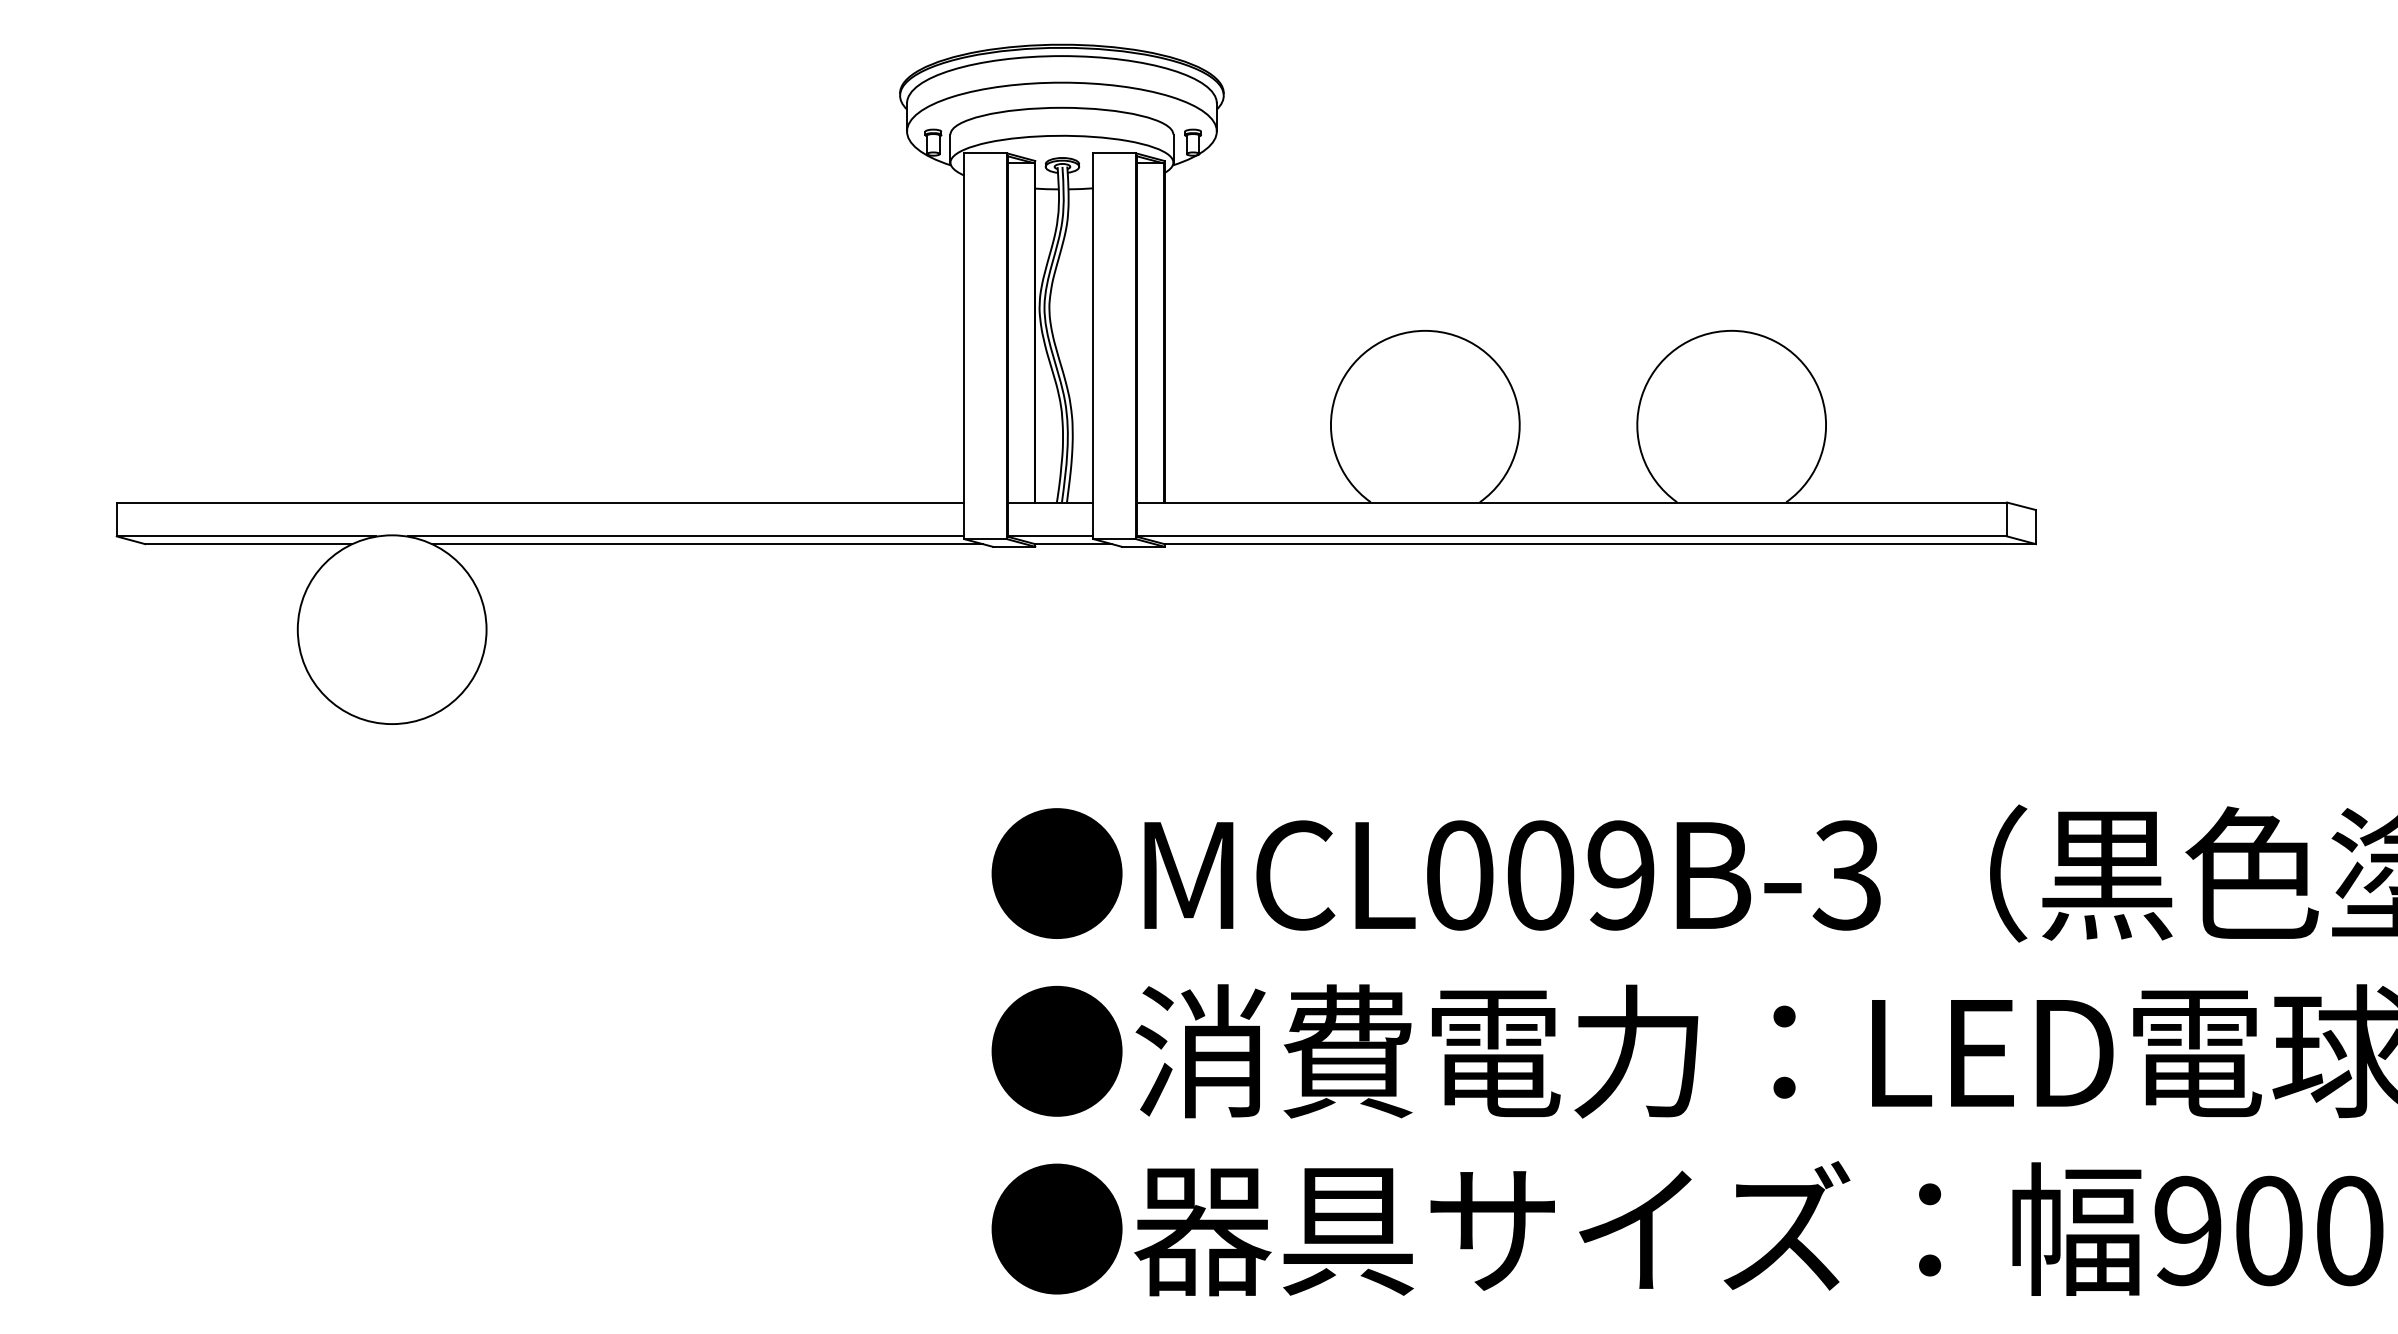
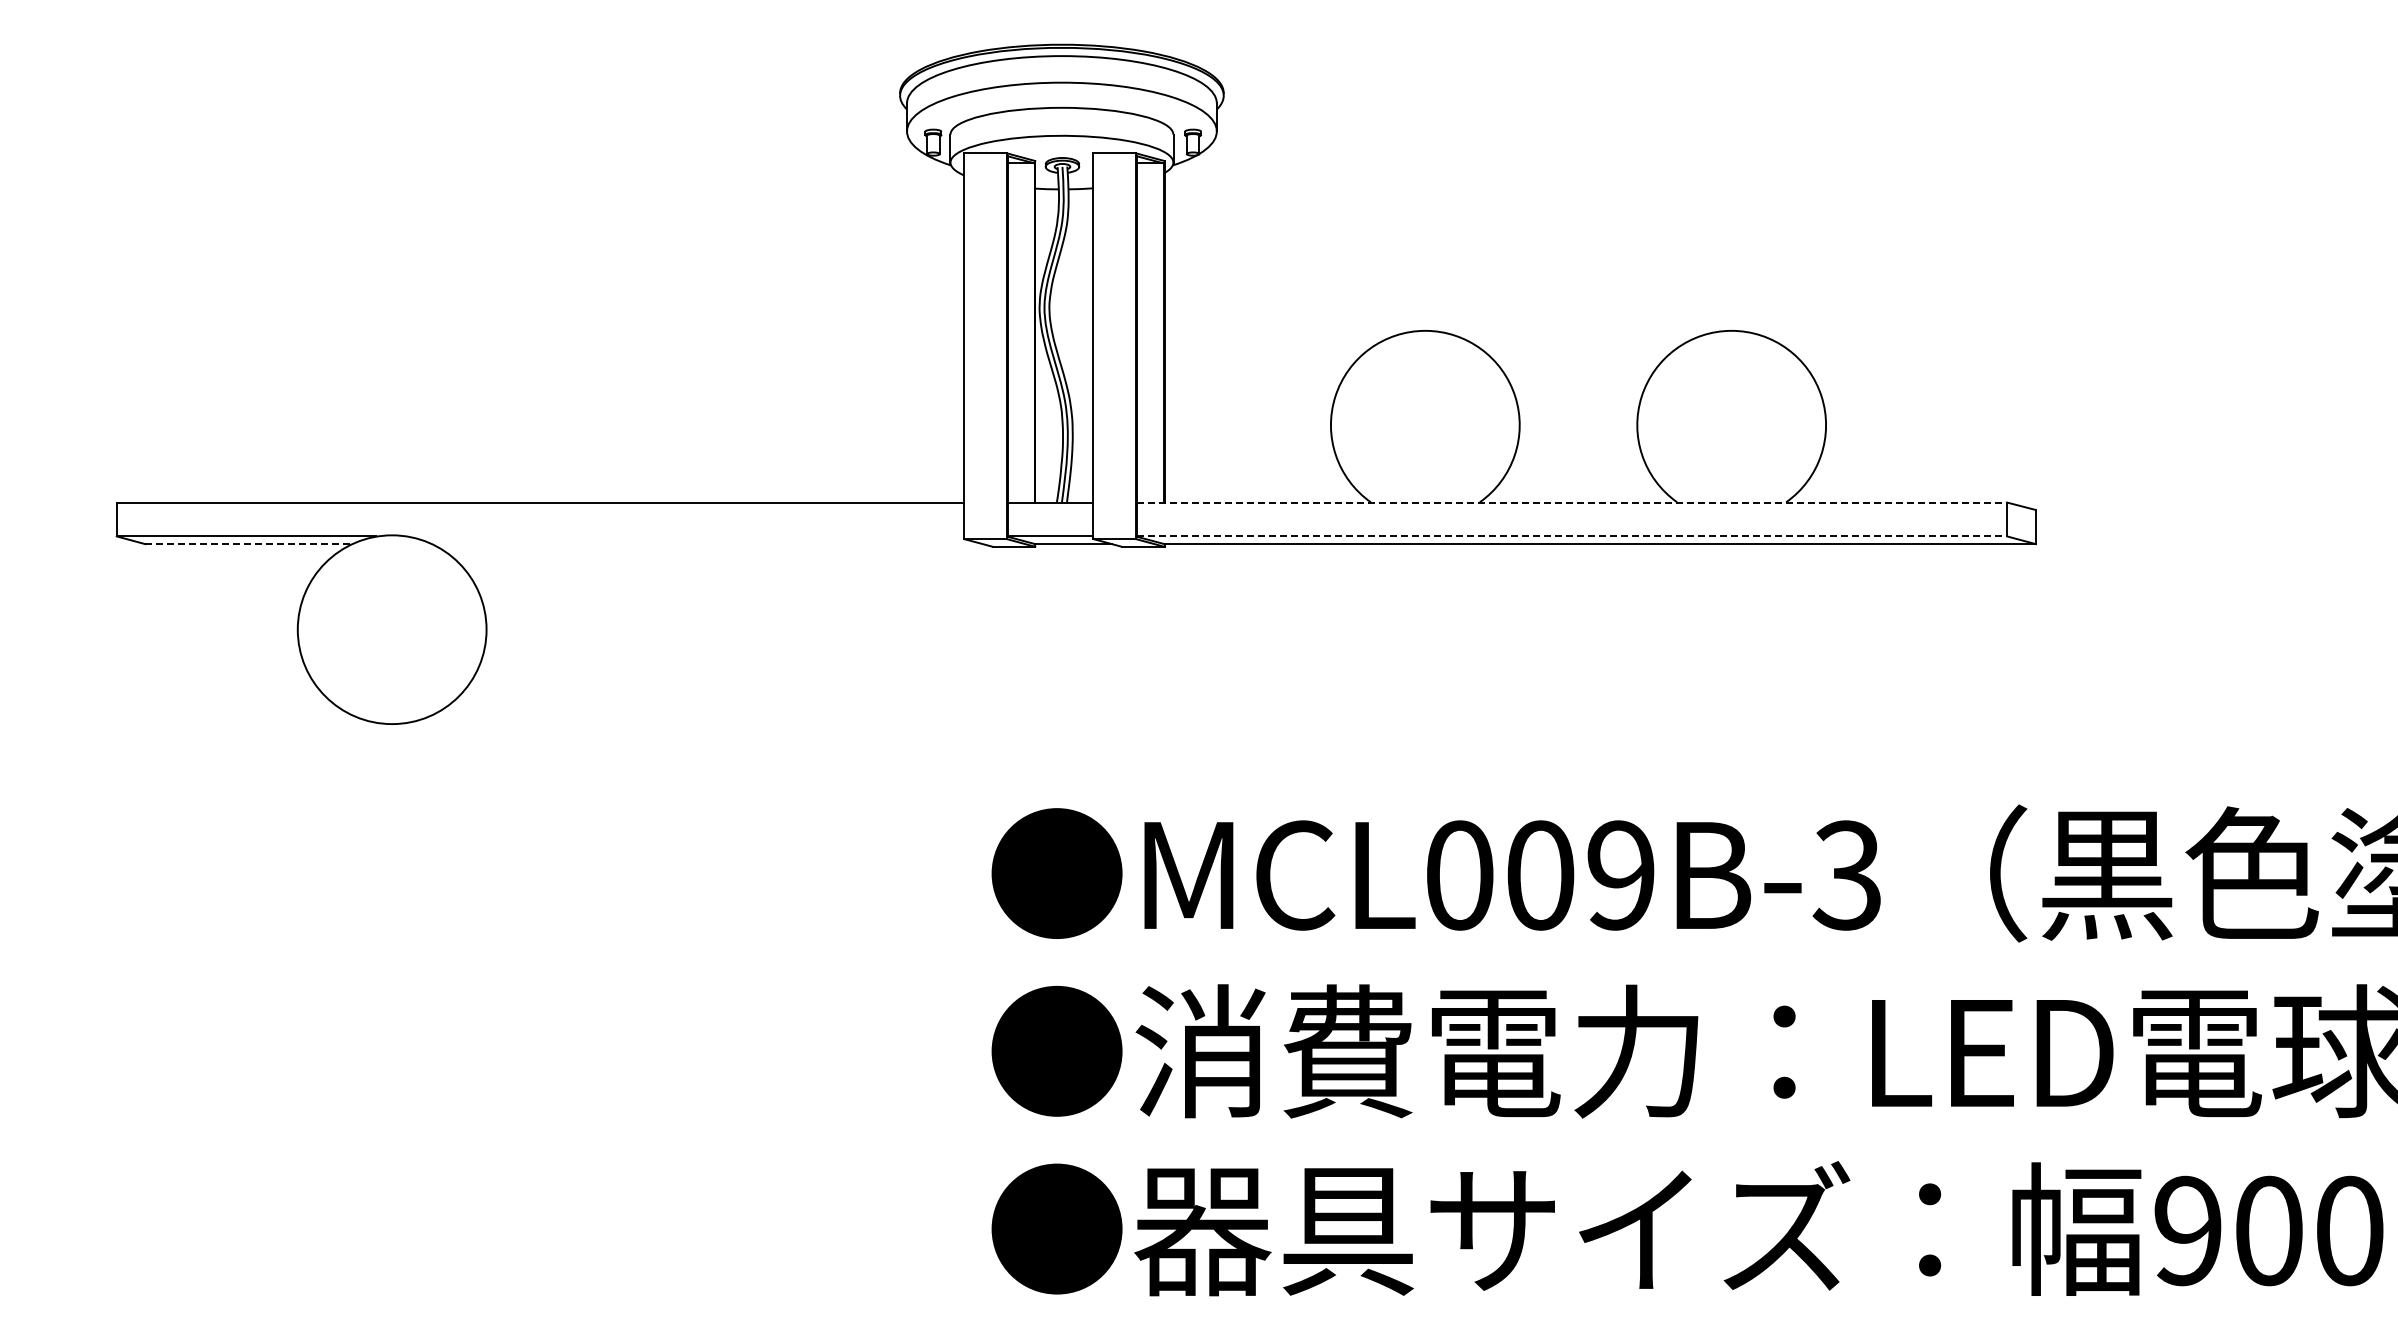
line at (1572, 502): solid -> dashed
line at (685, 536): present -> none
line at (1572, 536): solid -> dashed
line at (249, 544): solid -> dashed
line at (707, 544): present -> none
